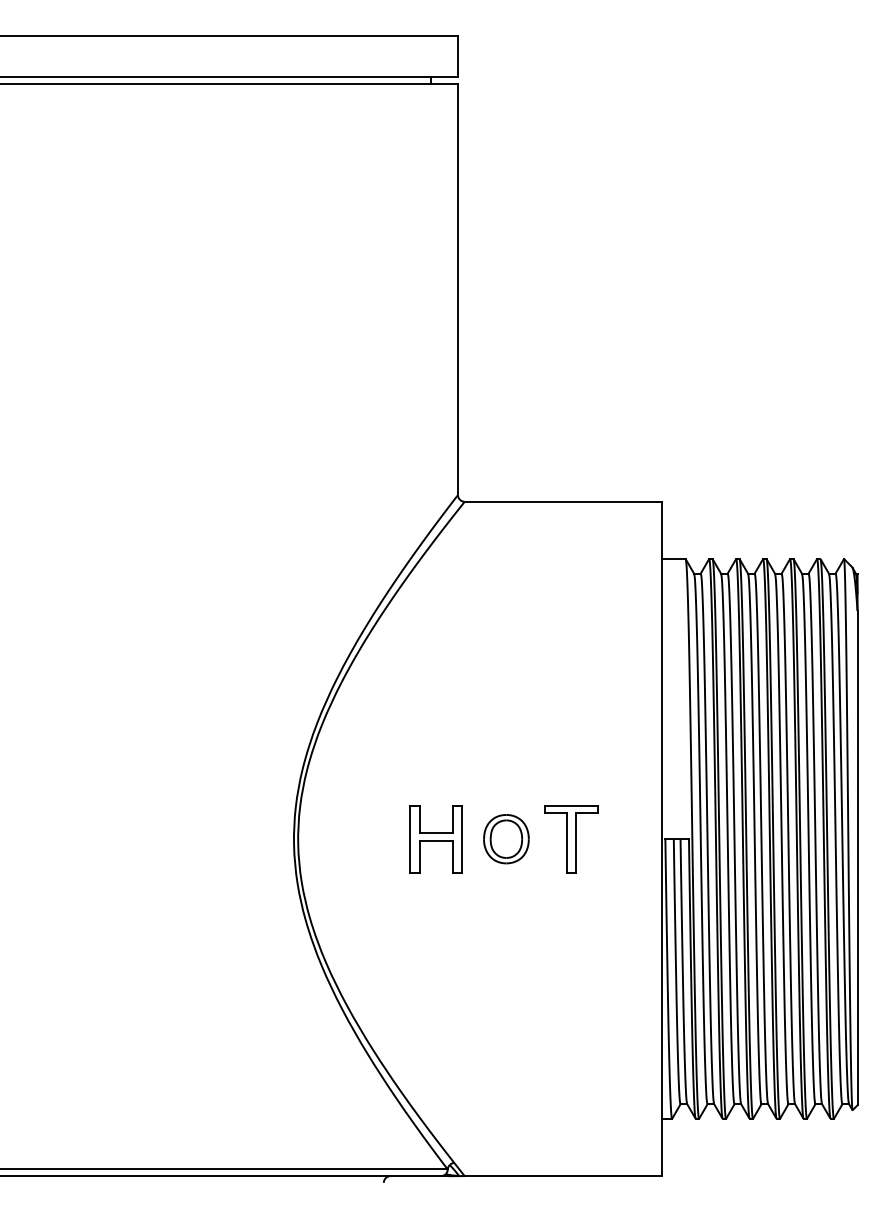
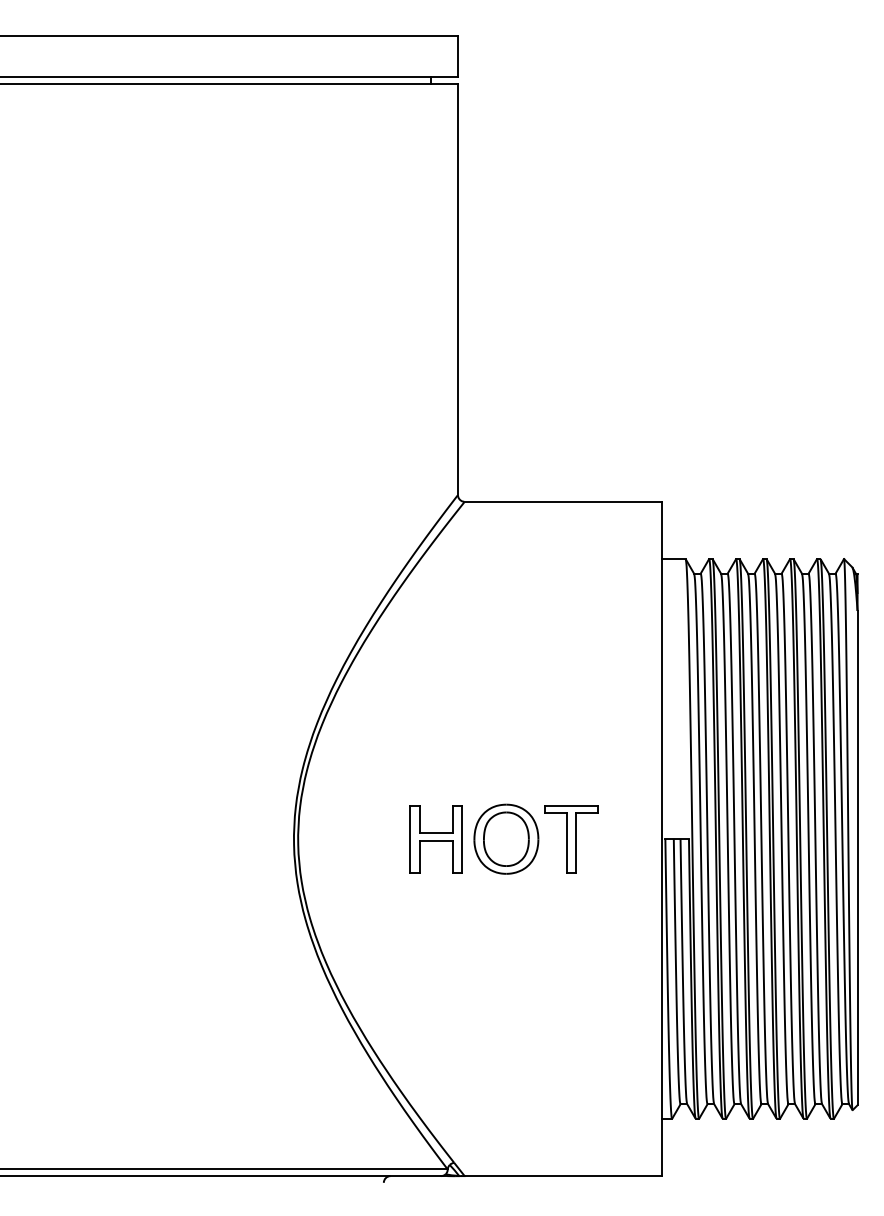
part at (506, 839) size: 47x51 px -> 67x72 px
